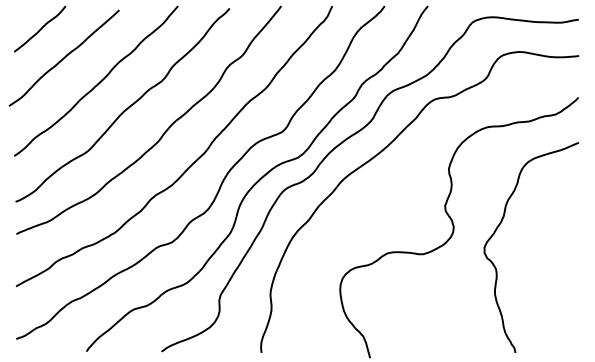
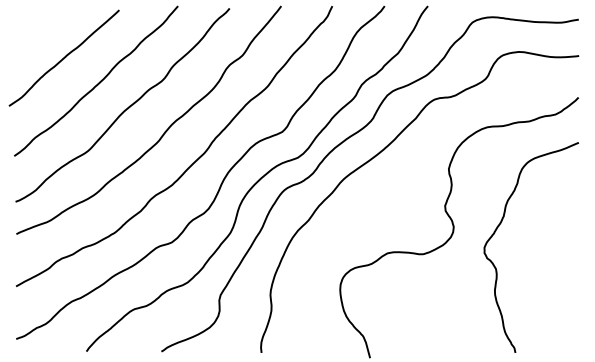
line at (40, 28): present -> none
